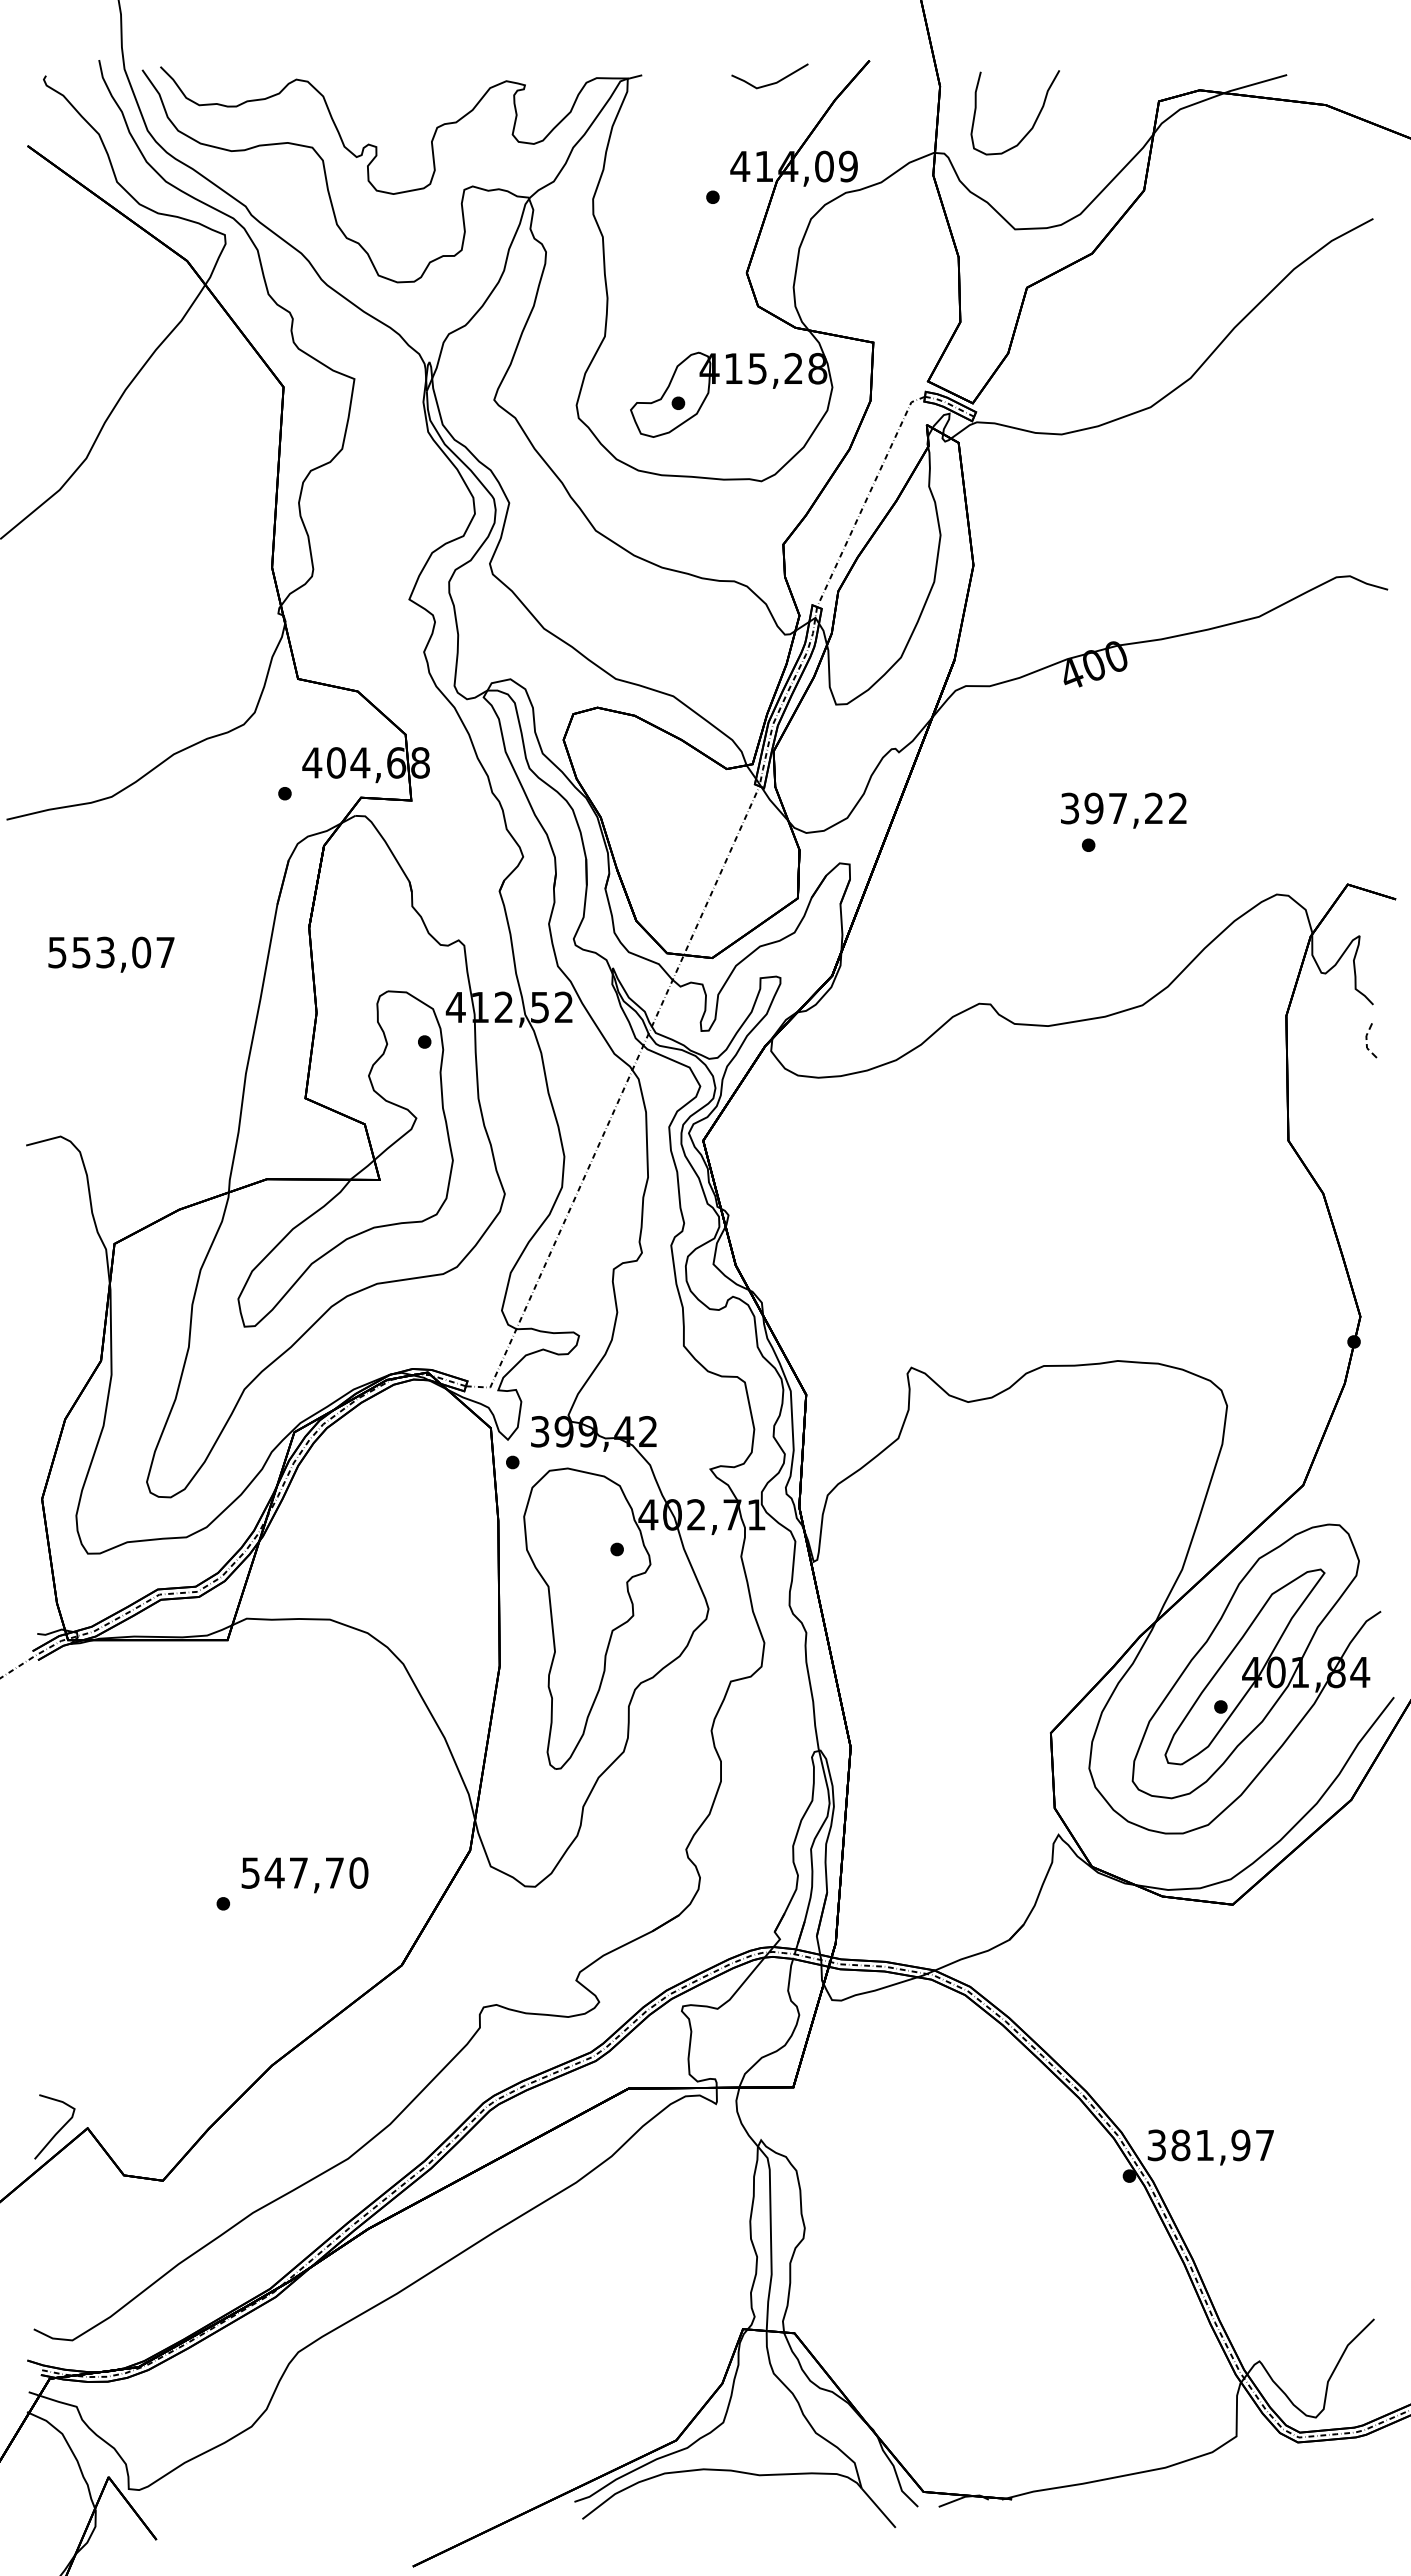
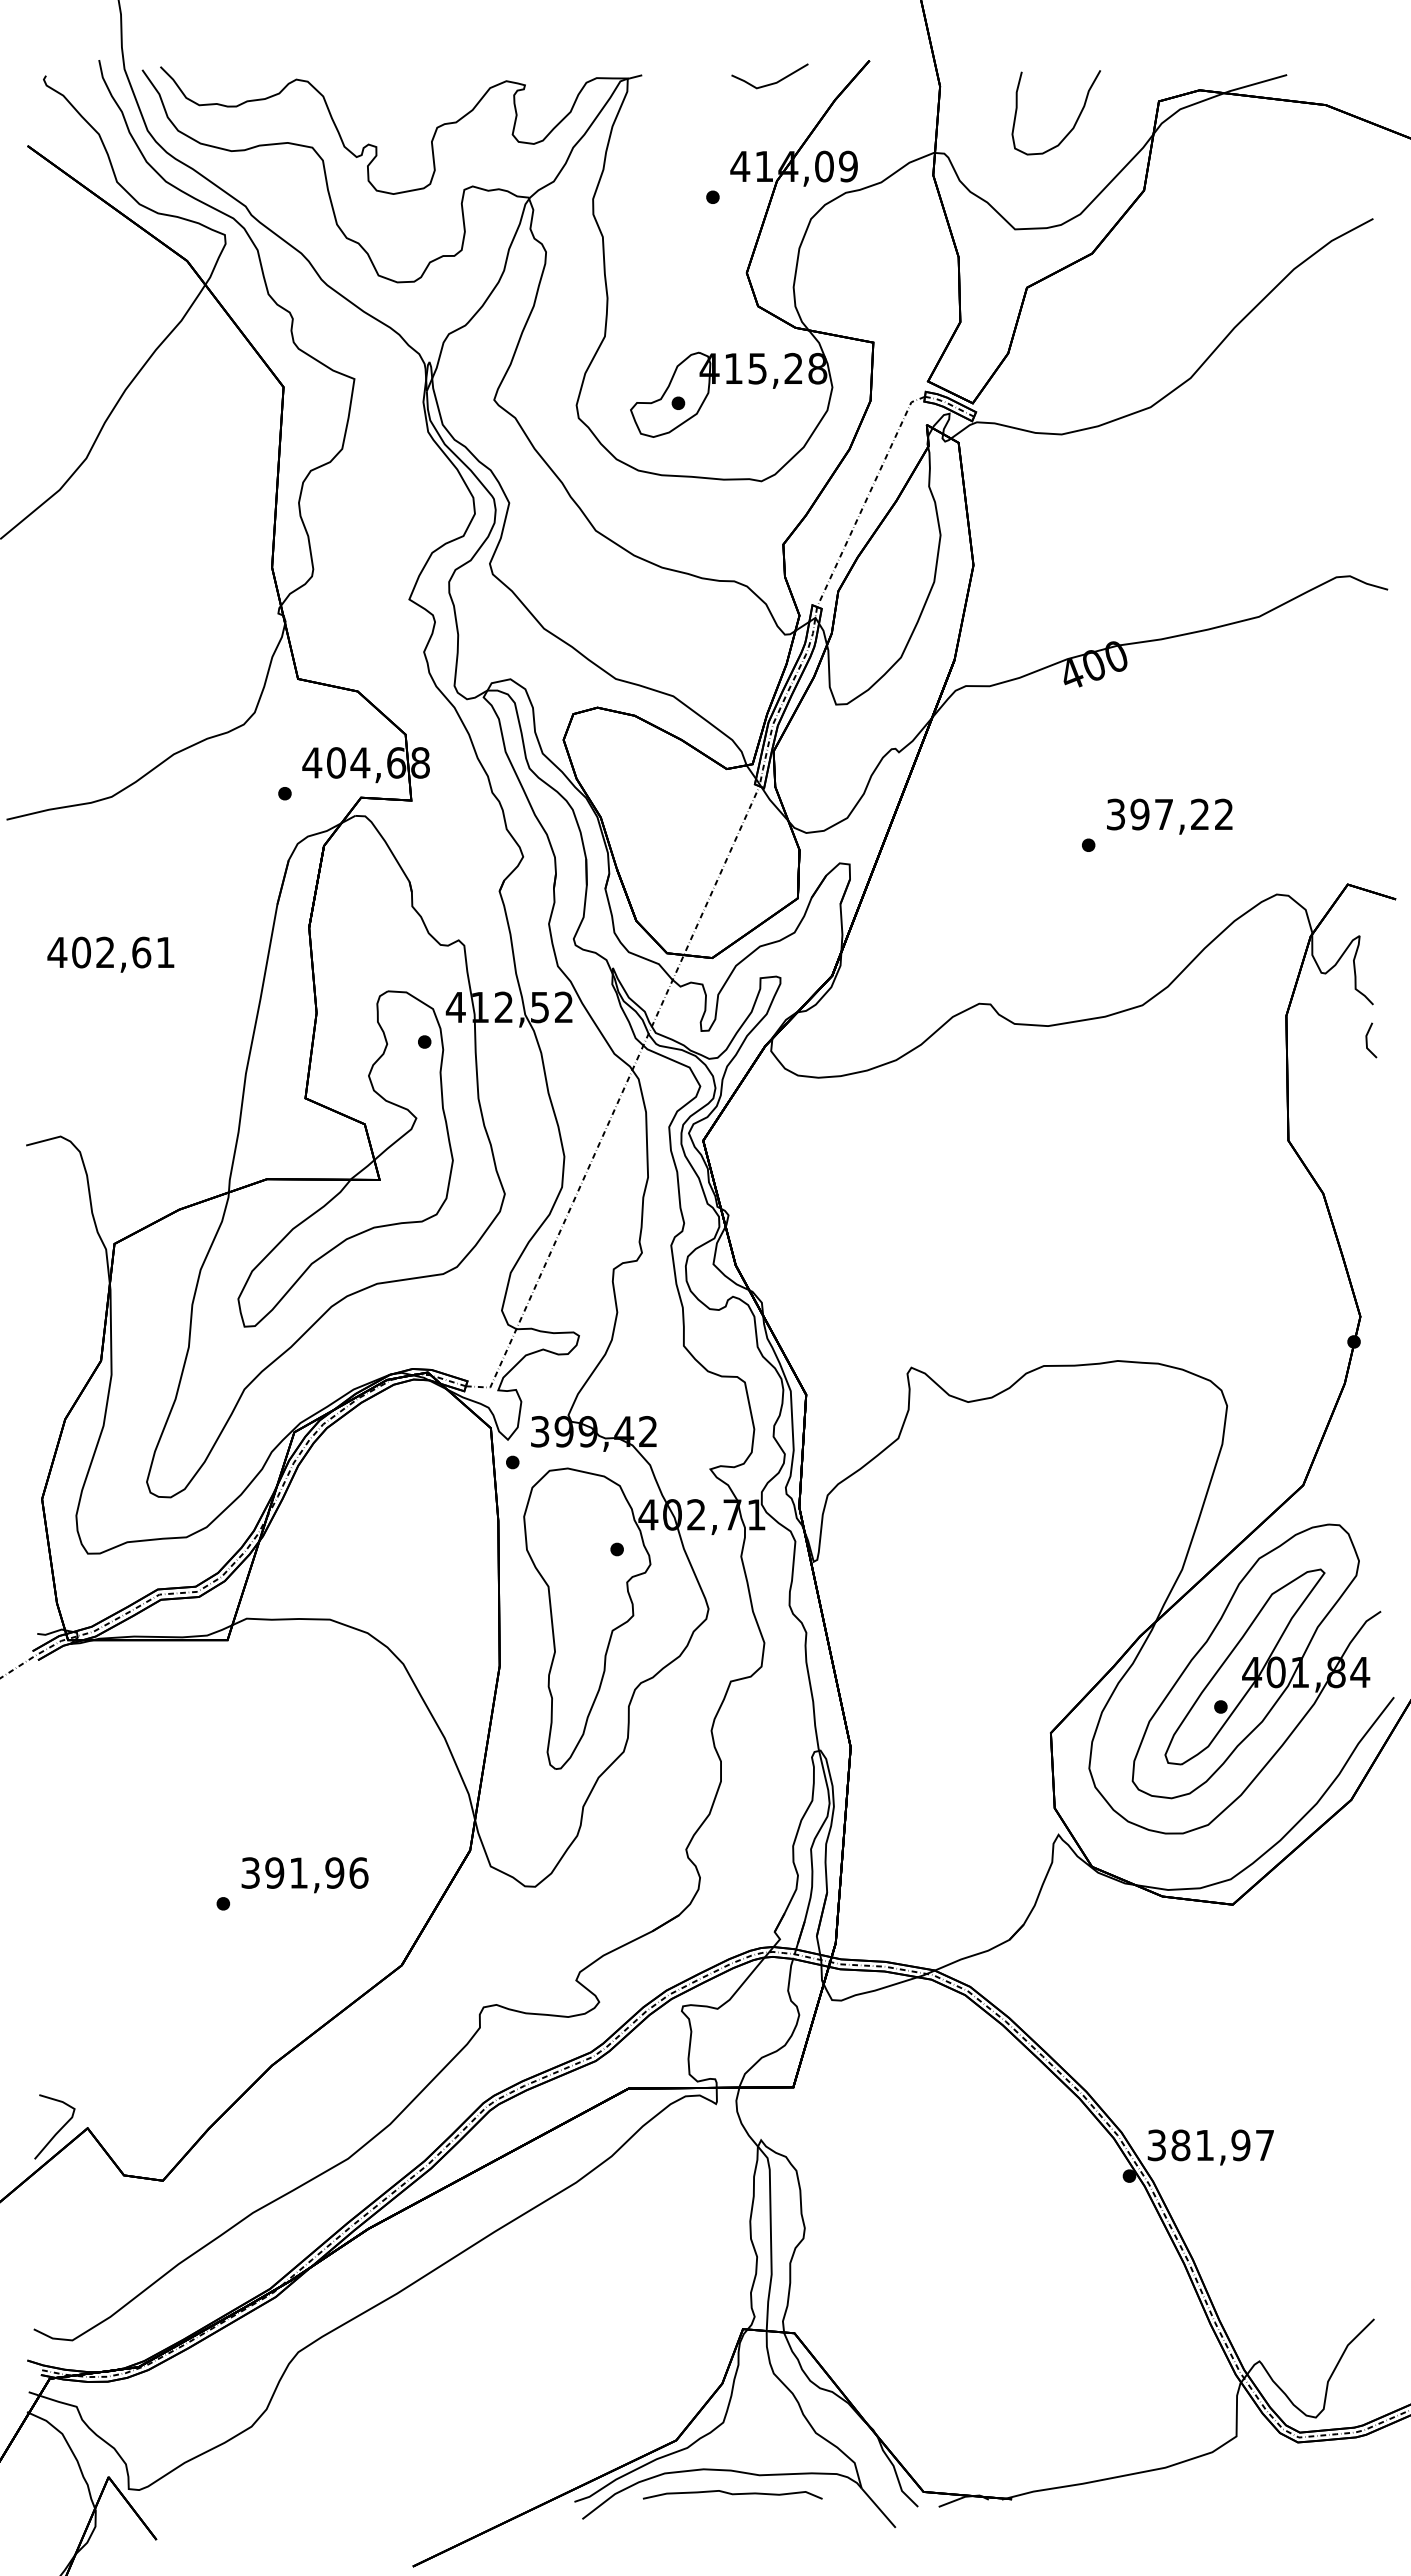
curve at (1034, 121) position: (1034, 121) -> (1075, 121)
text at (1123, 810) position: (1123, 810) -> (1169, 816)
text at (110, 952): 553,07 -> 402,61
line at (1366, 1041): dashed -> solid
text at (305, 1872): 547,70 -> 391,96
curve at (732, 2494): none -> present
